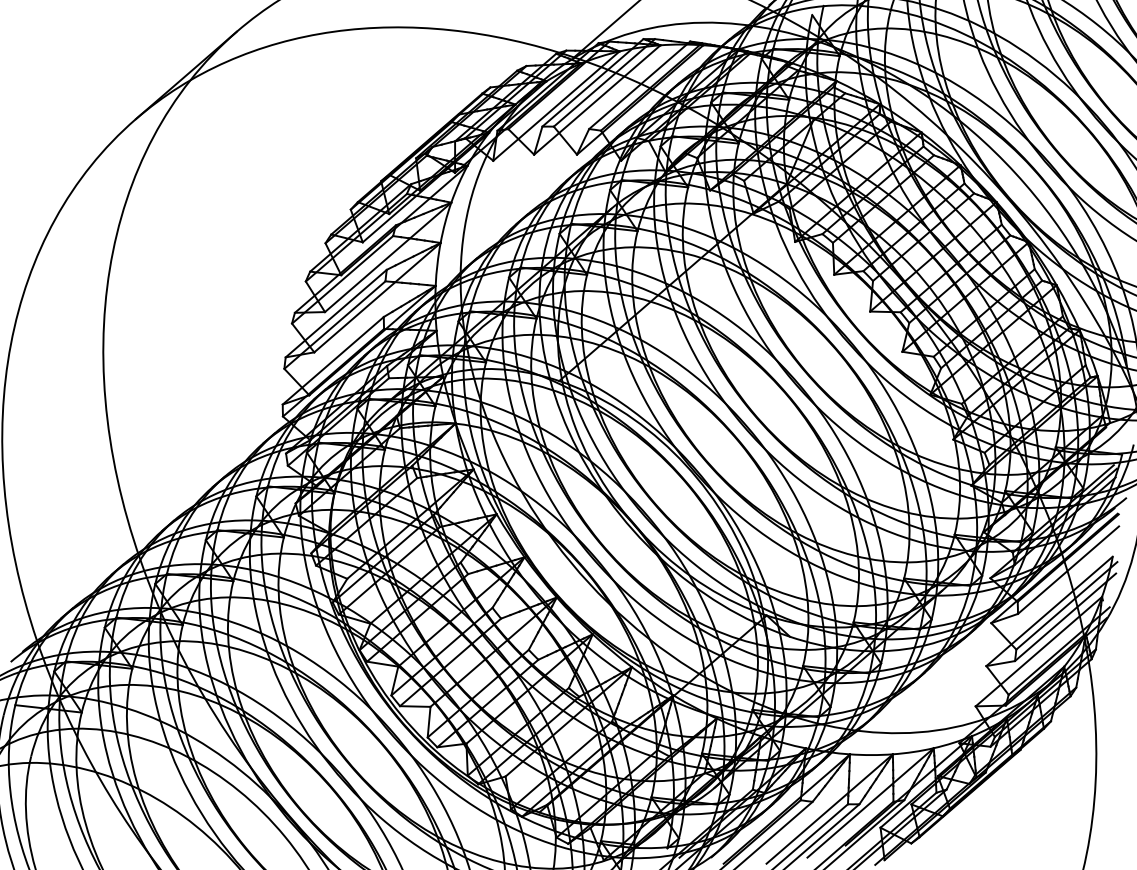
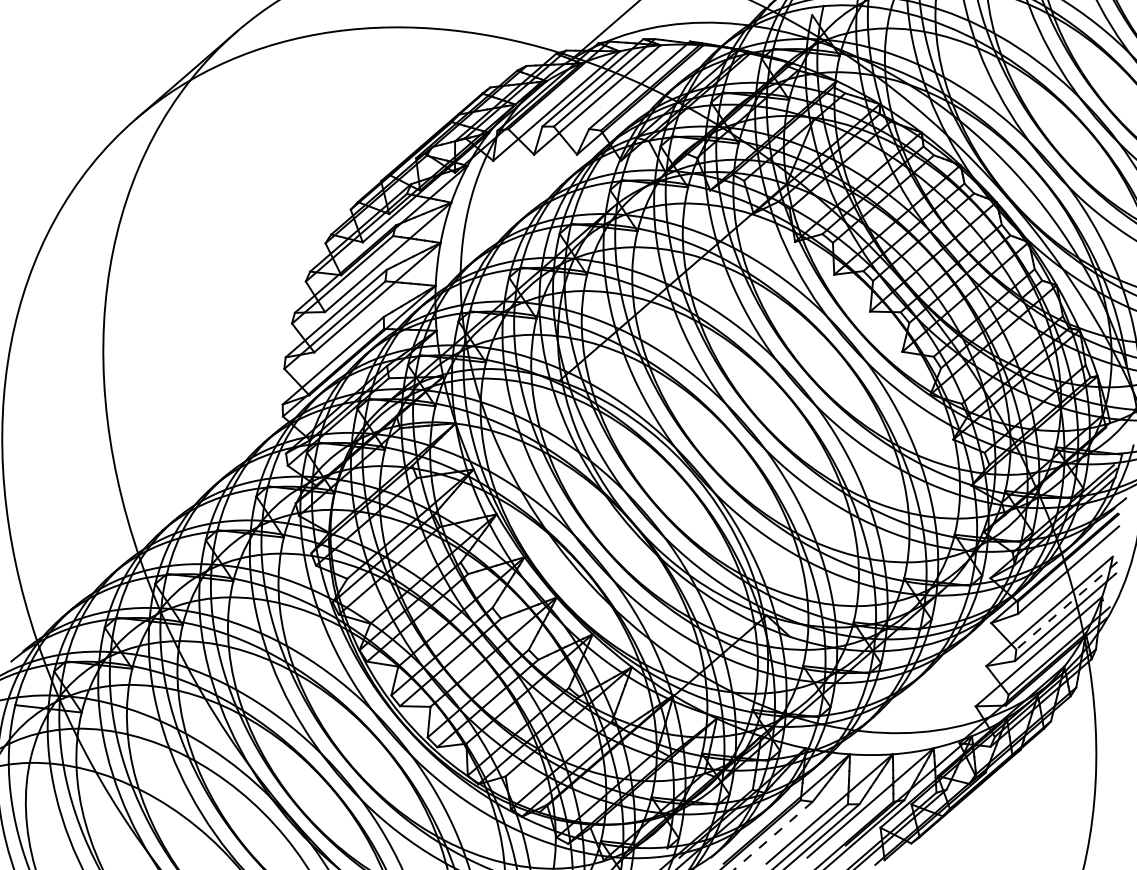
line at (1066, 605): solid -> dashed
line at (773, 835): solid -> dashed
